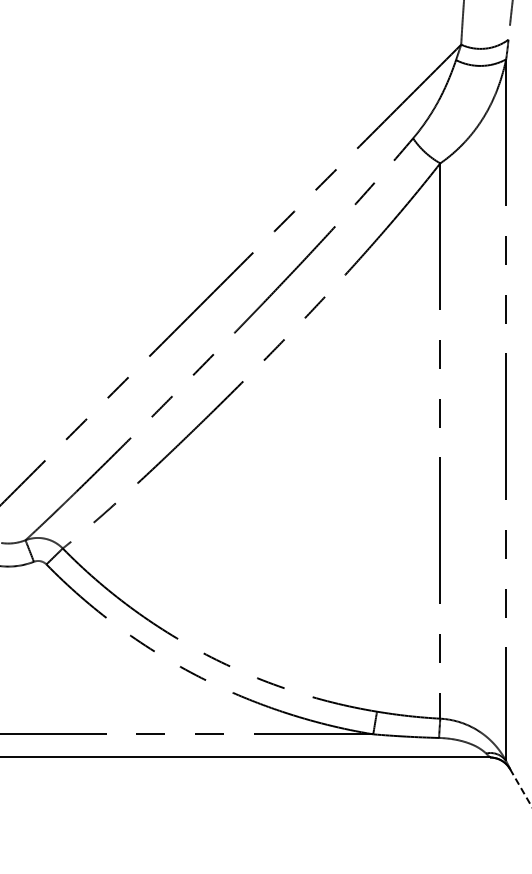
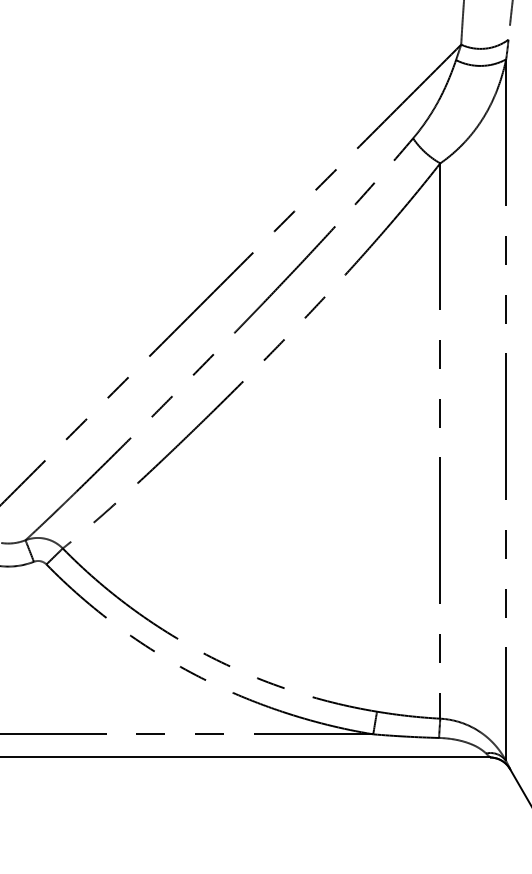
line at (521, 788): dashed -> solid
